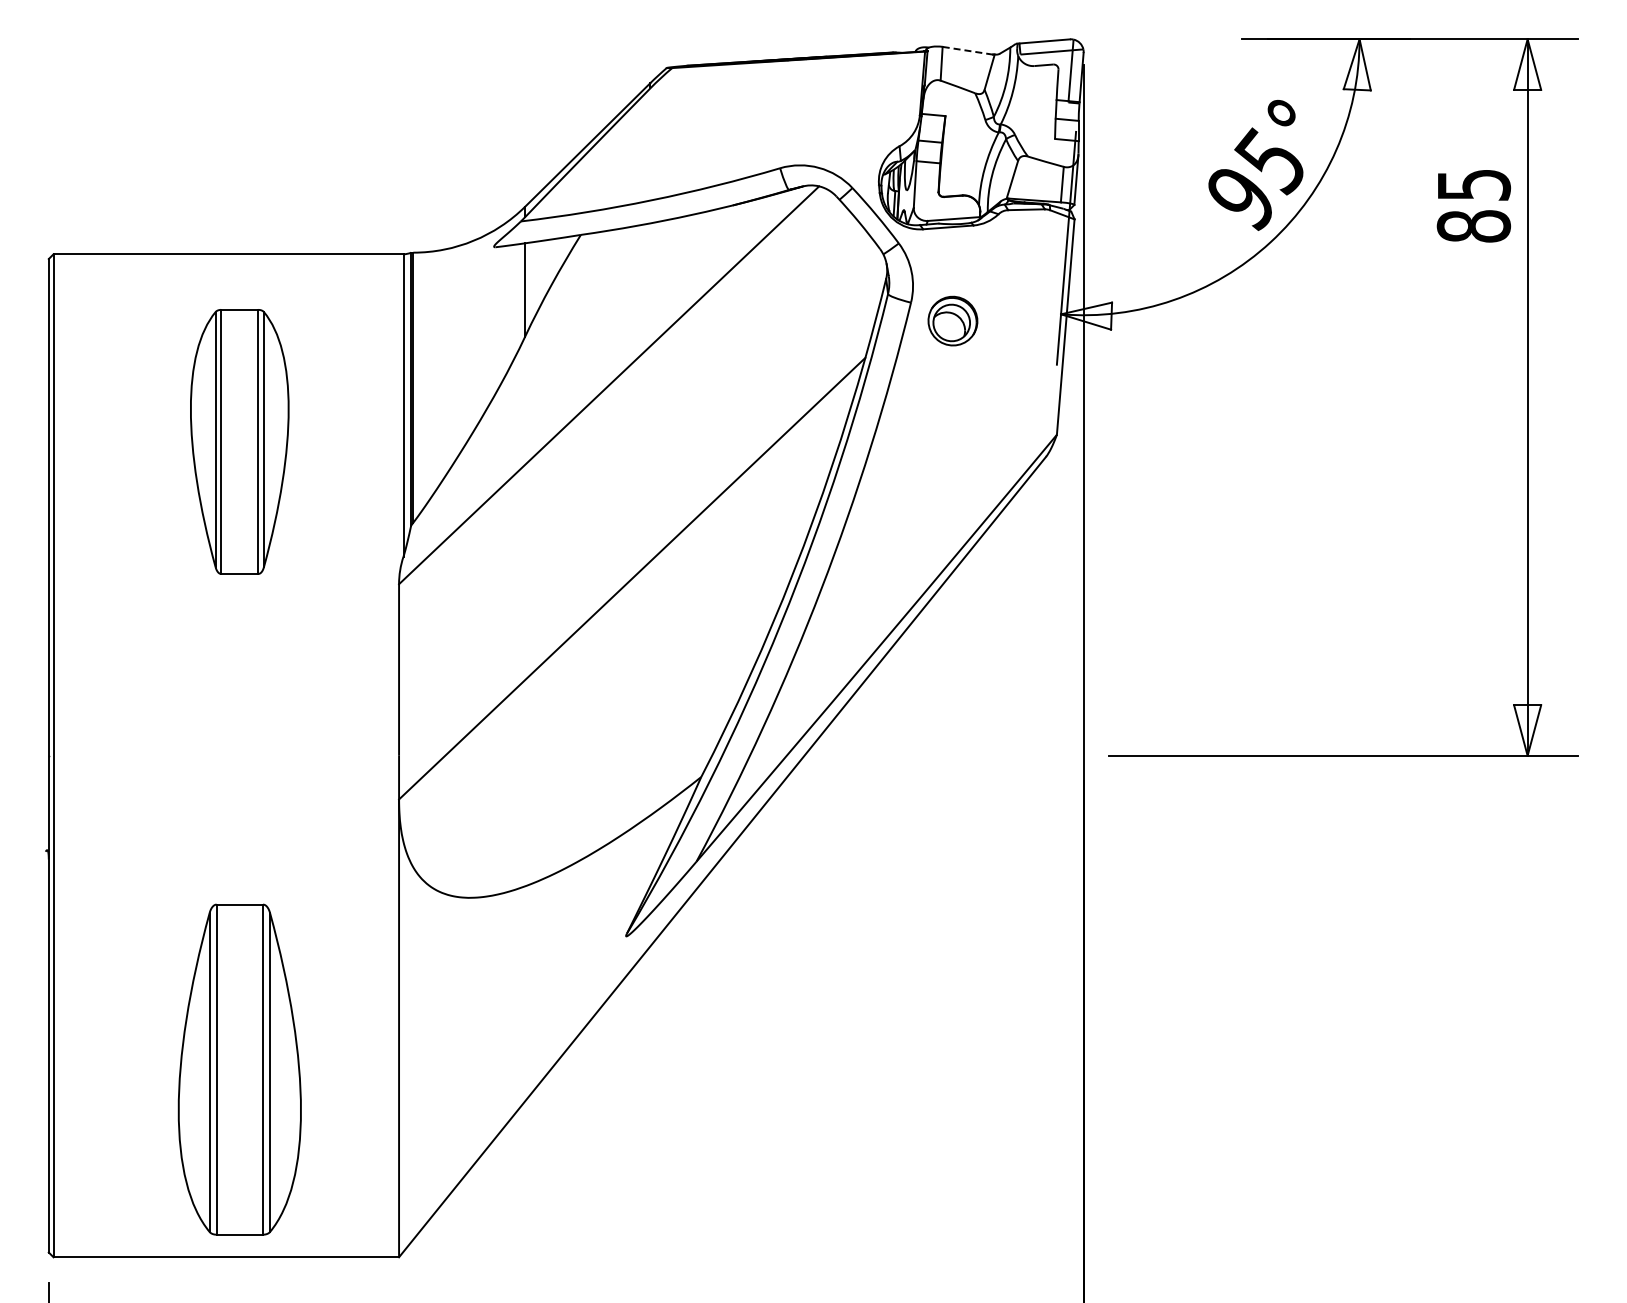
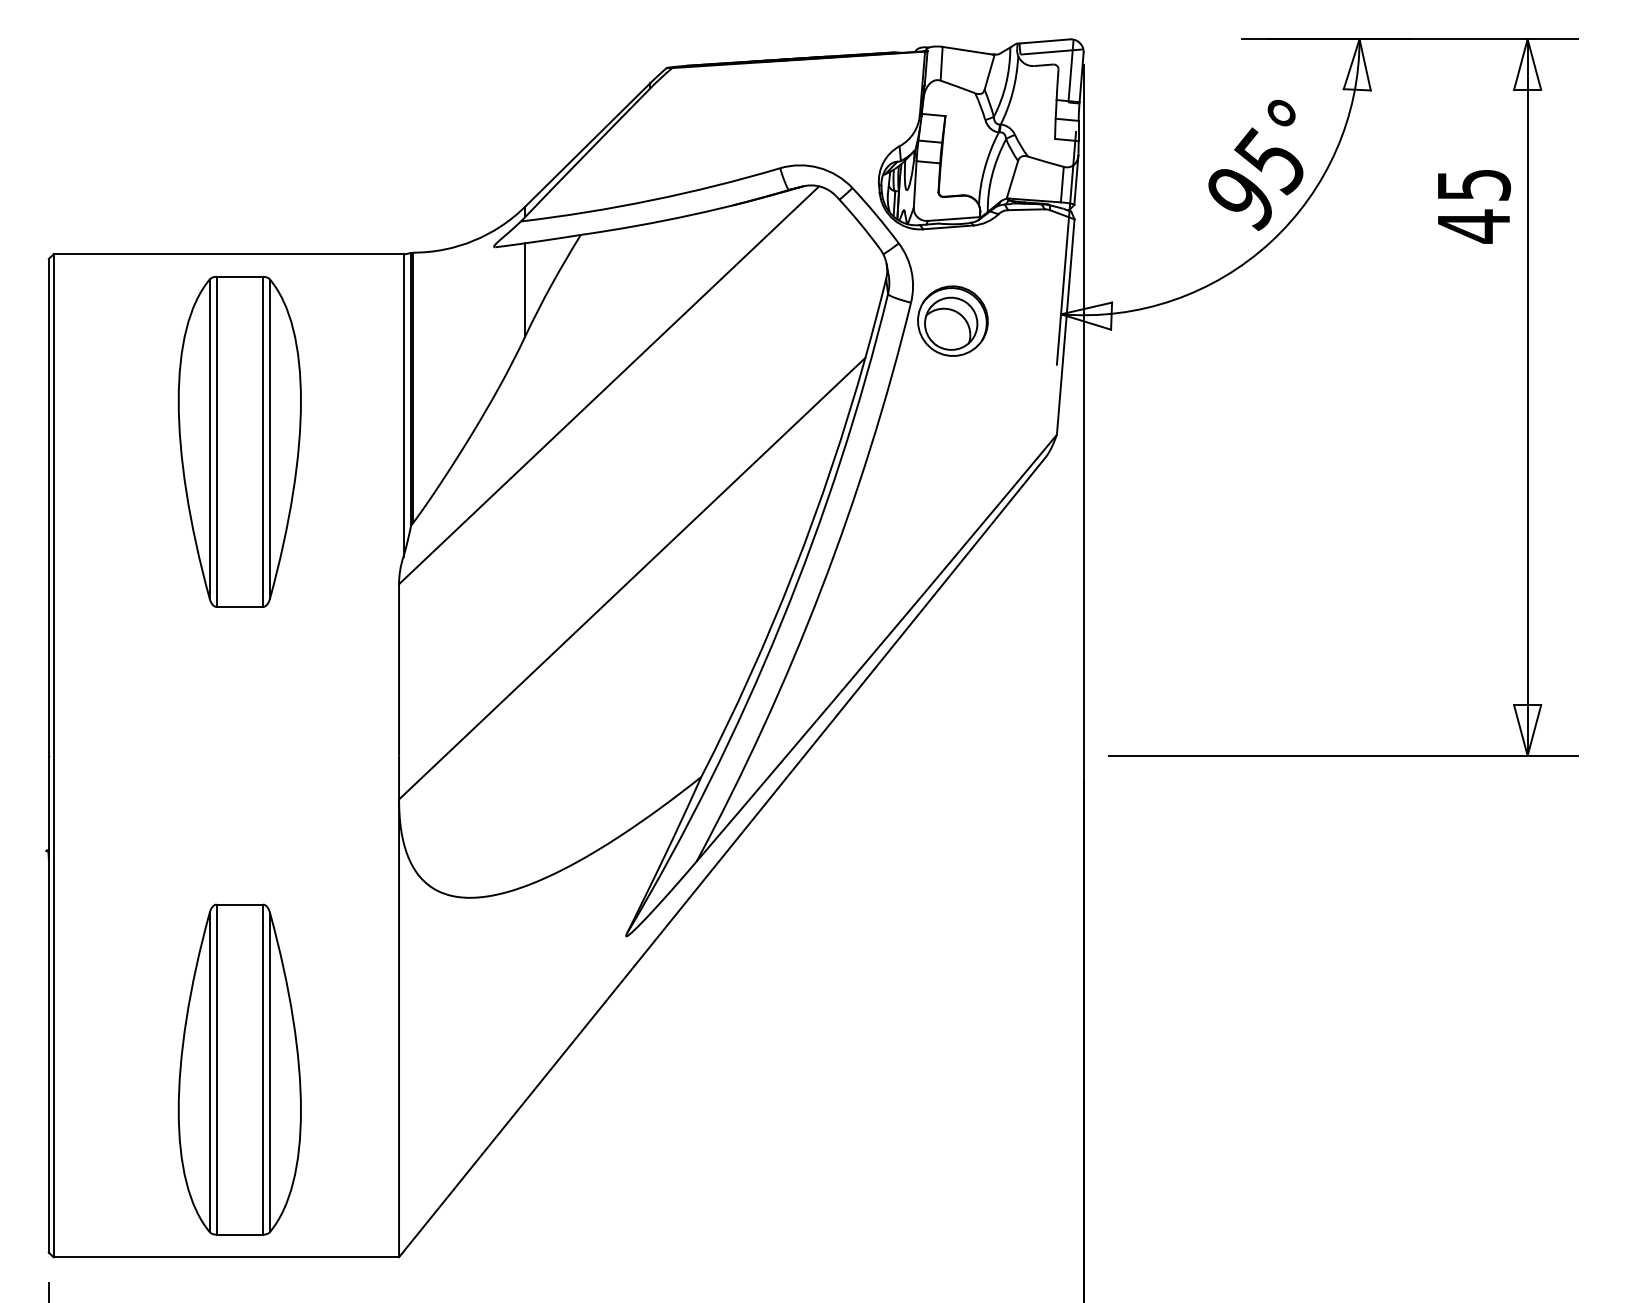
line at (967, 50): dashed -> solid
text at (1473, 226): 85 -> 45
part at (952, 320) size: 52x52 px -> 72x72 px
part at (239, 441) size: 100x266 px -> 125x332 px
